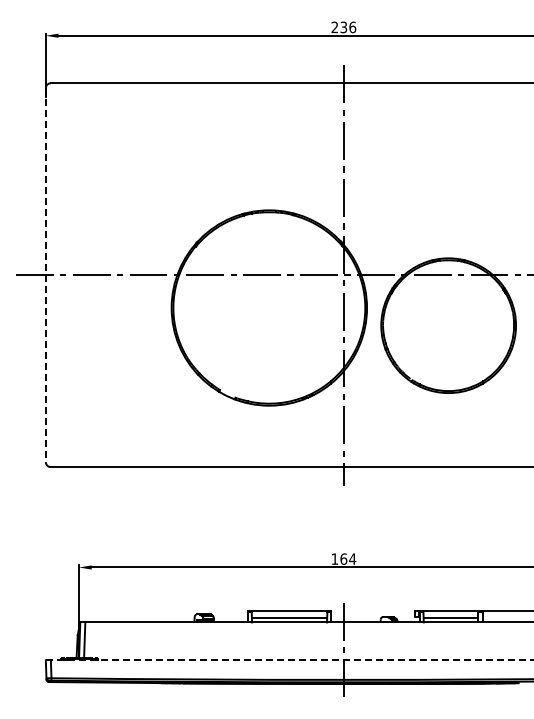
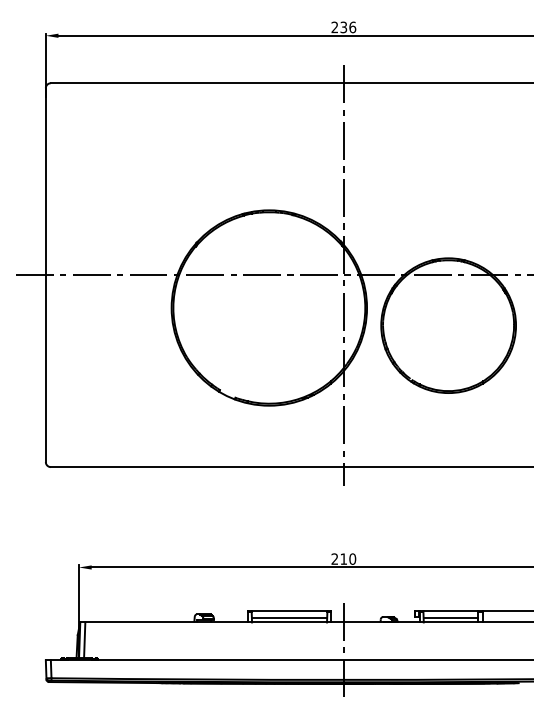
line at (45, 275): dashed -> solid
text at (343, 558): 164 -> 210
line at (289, 660): dashed -> solid
